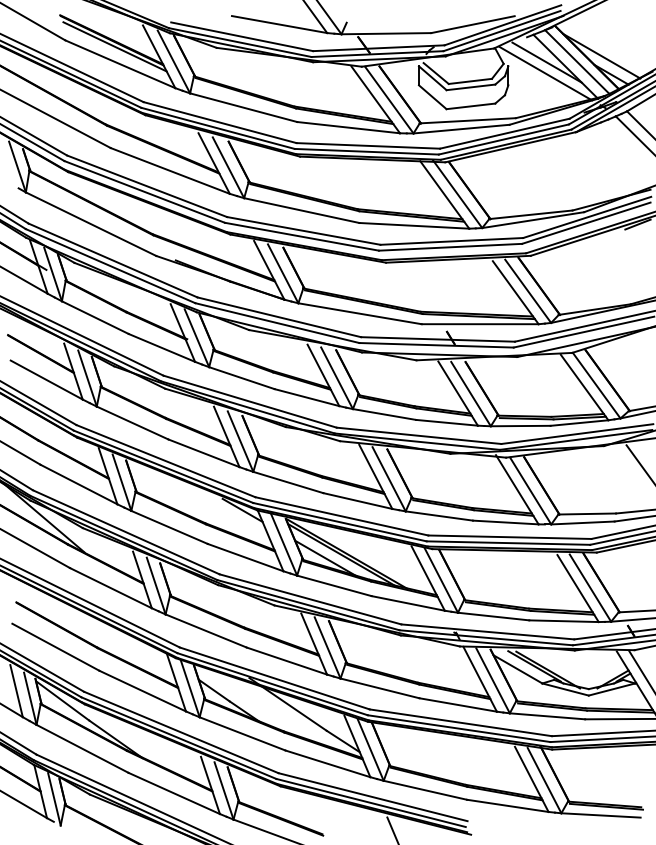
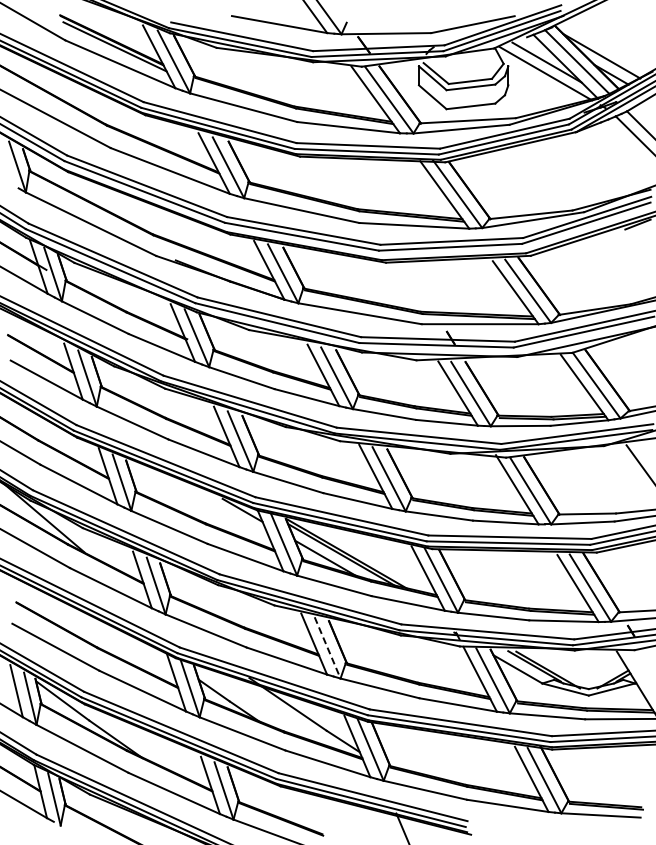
line at (327, 648): solid -> dashed
line at (640, 669): present -> none
line at (392, 829) position: (392, 829) -> (402, 827)
